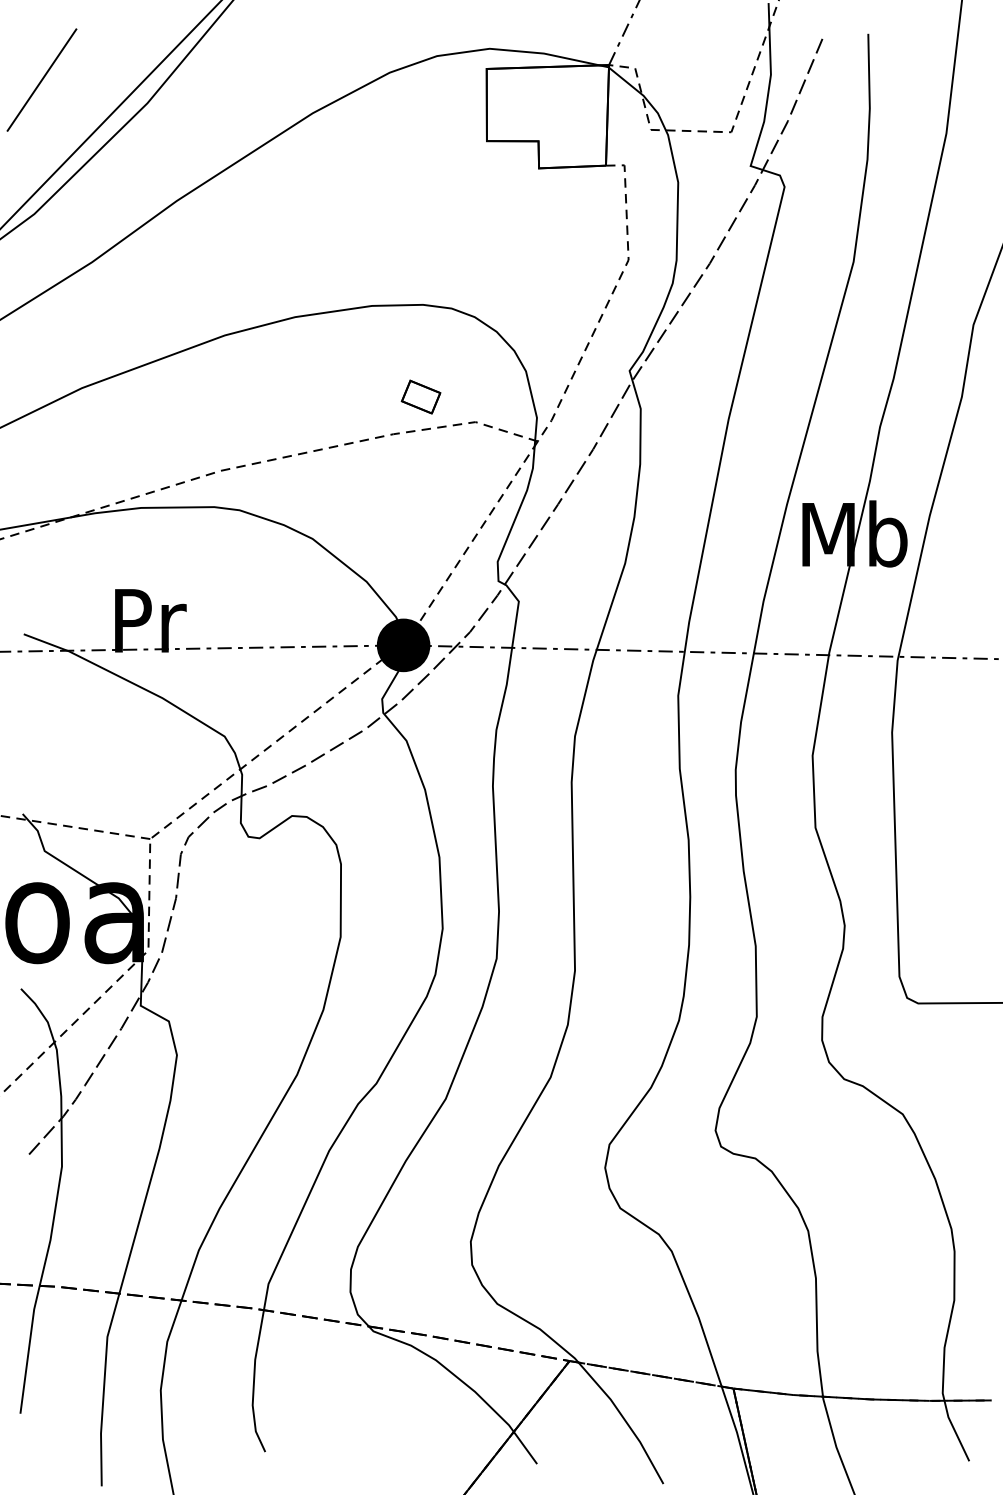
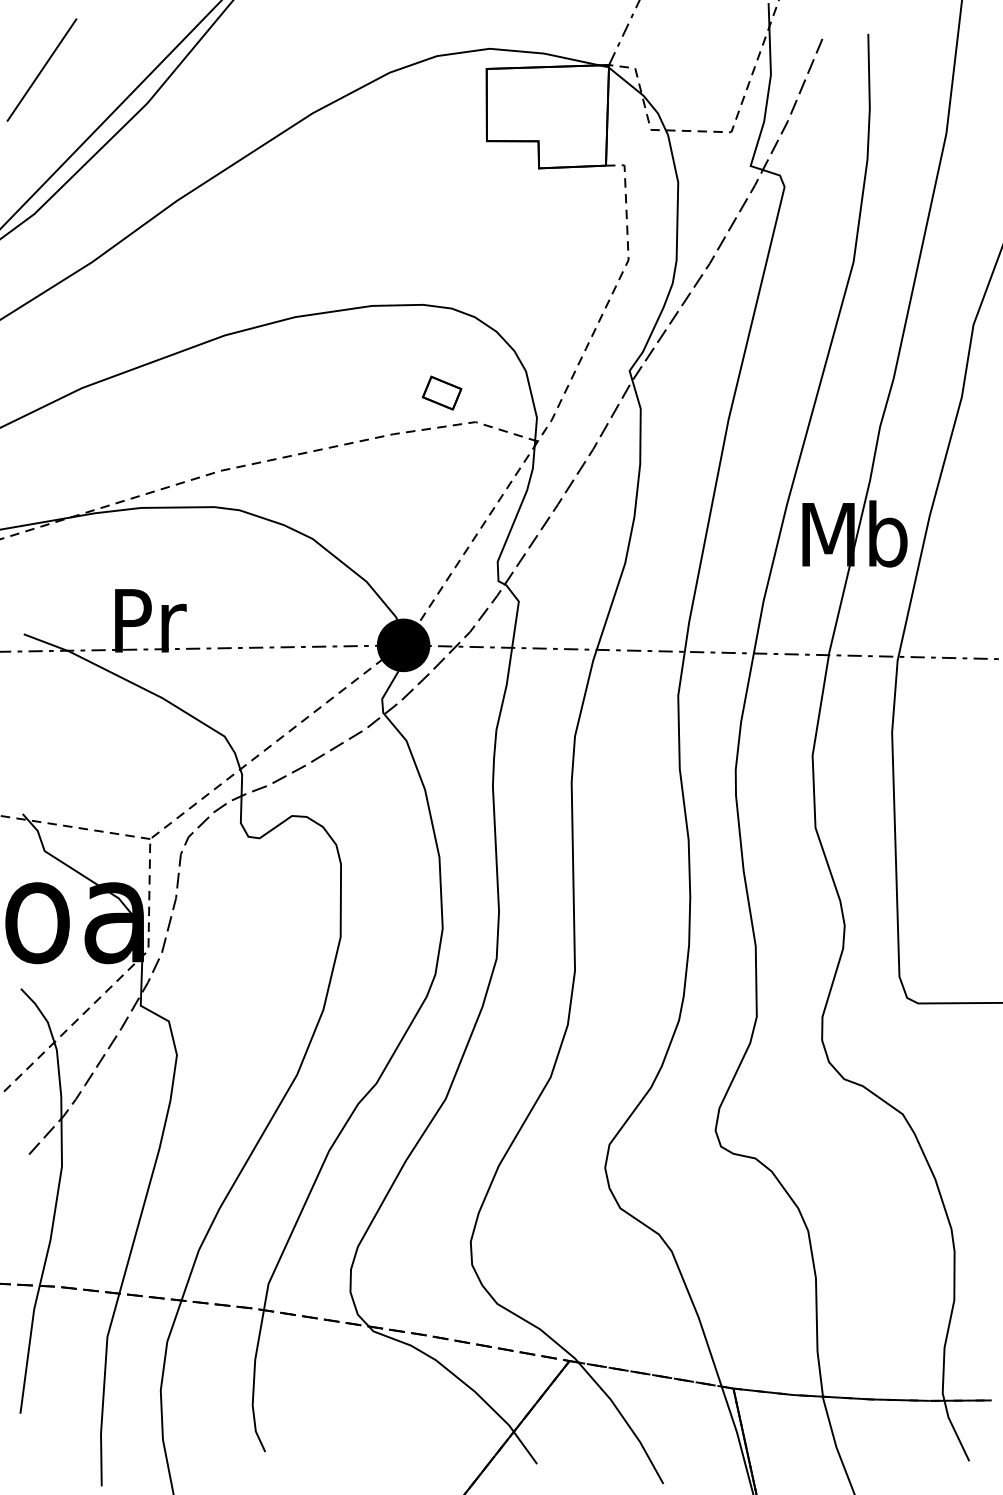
line at (41, 79) position: (41, 79) -> (41, 69)
part at (420, 396) position: (420, 396) -> (441, 392)
